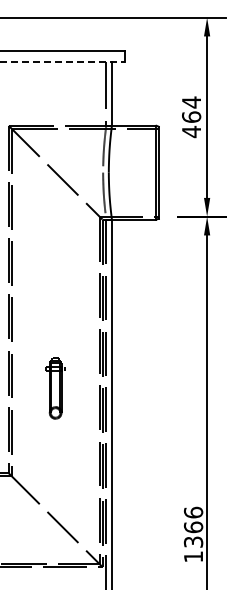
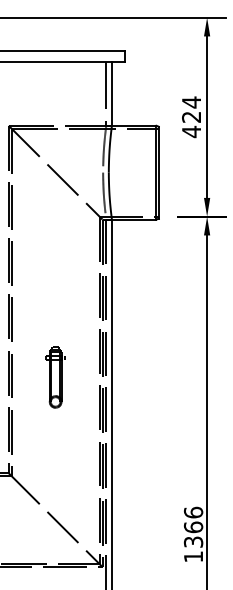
line at (63, 62): dashed -> solid
text at (191, 116): 464 -> 424
part at (55, 388) position: (55, 388) -> (55, 377)
